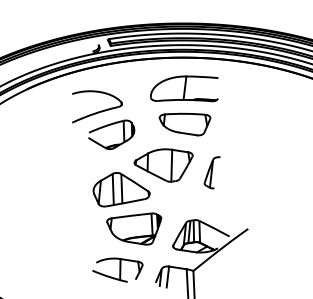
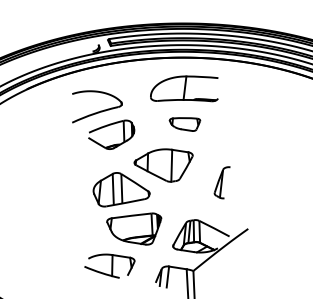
part at (184, 124) size: 54x25 px -> 34x15 px
part at (211, 172) position: (211, 172) -> (221, 182)
part at (117, 269) position: (117, 269) -> (109, 265)
